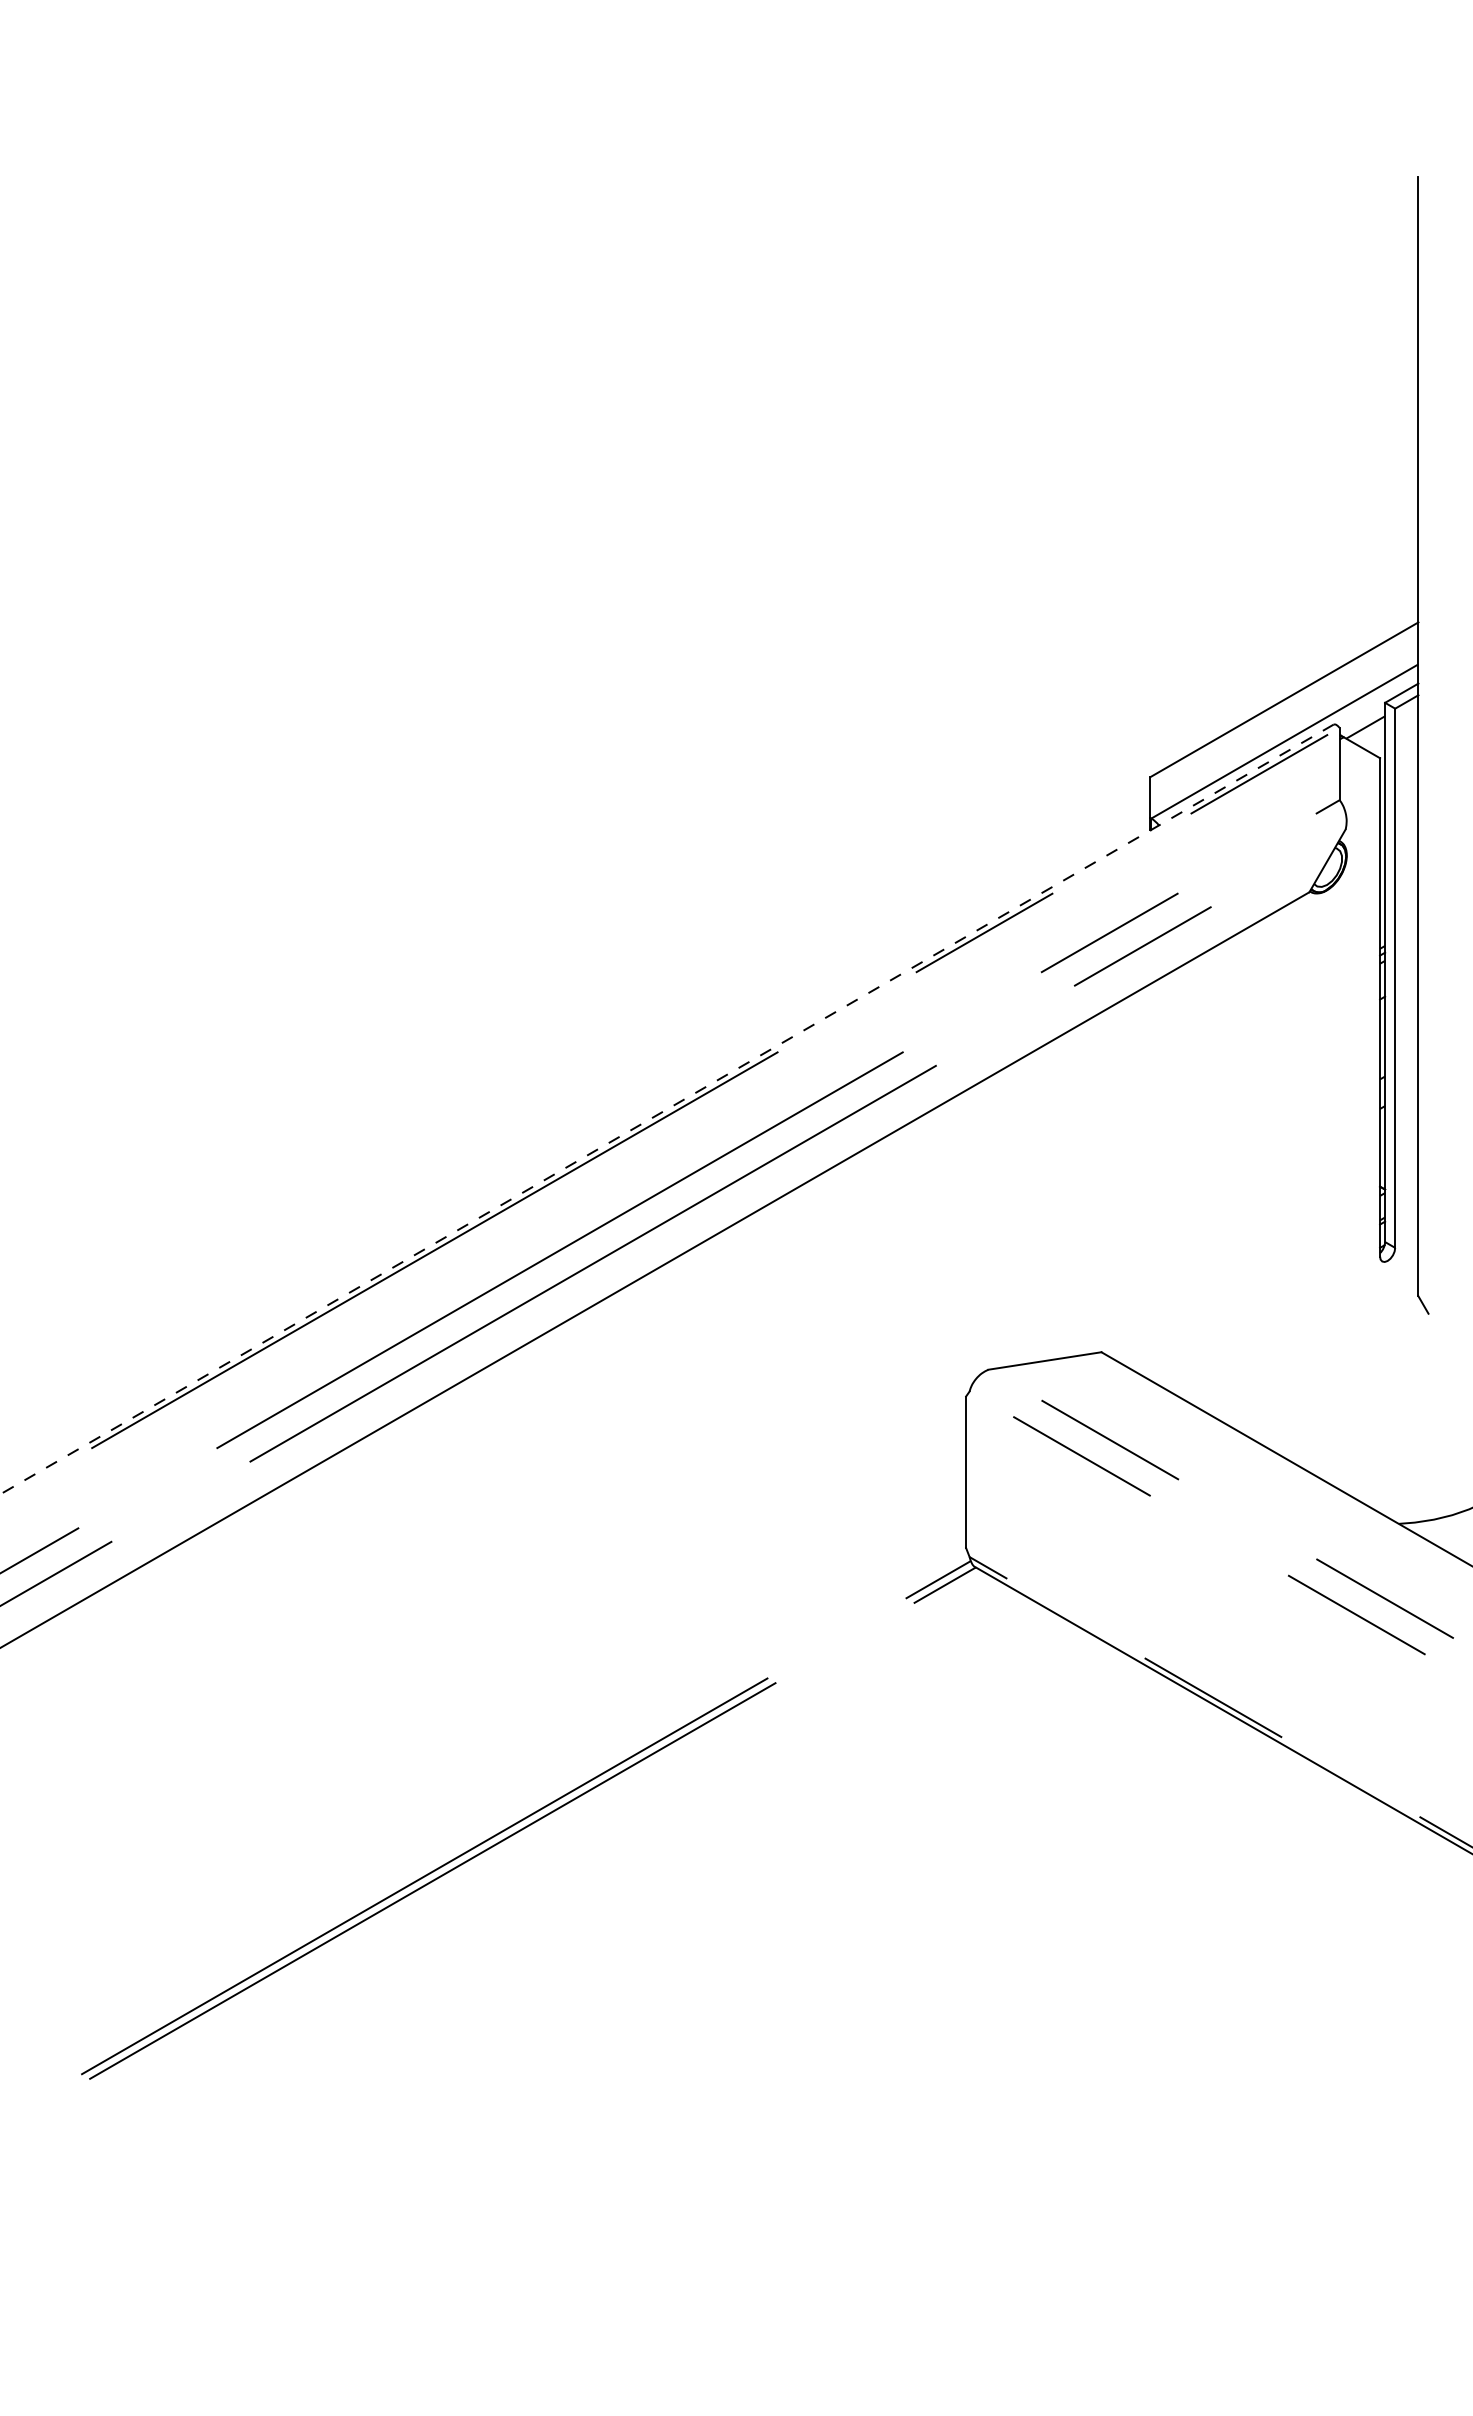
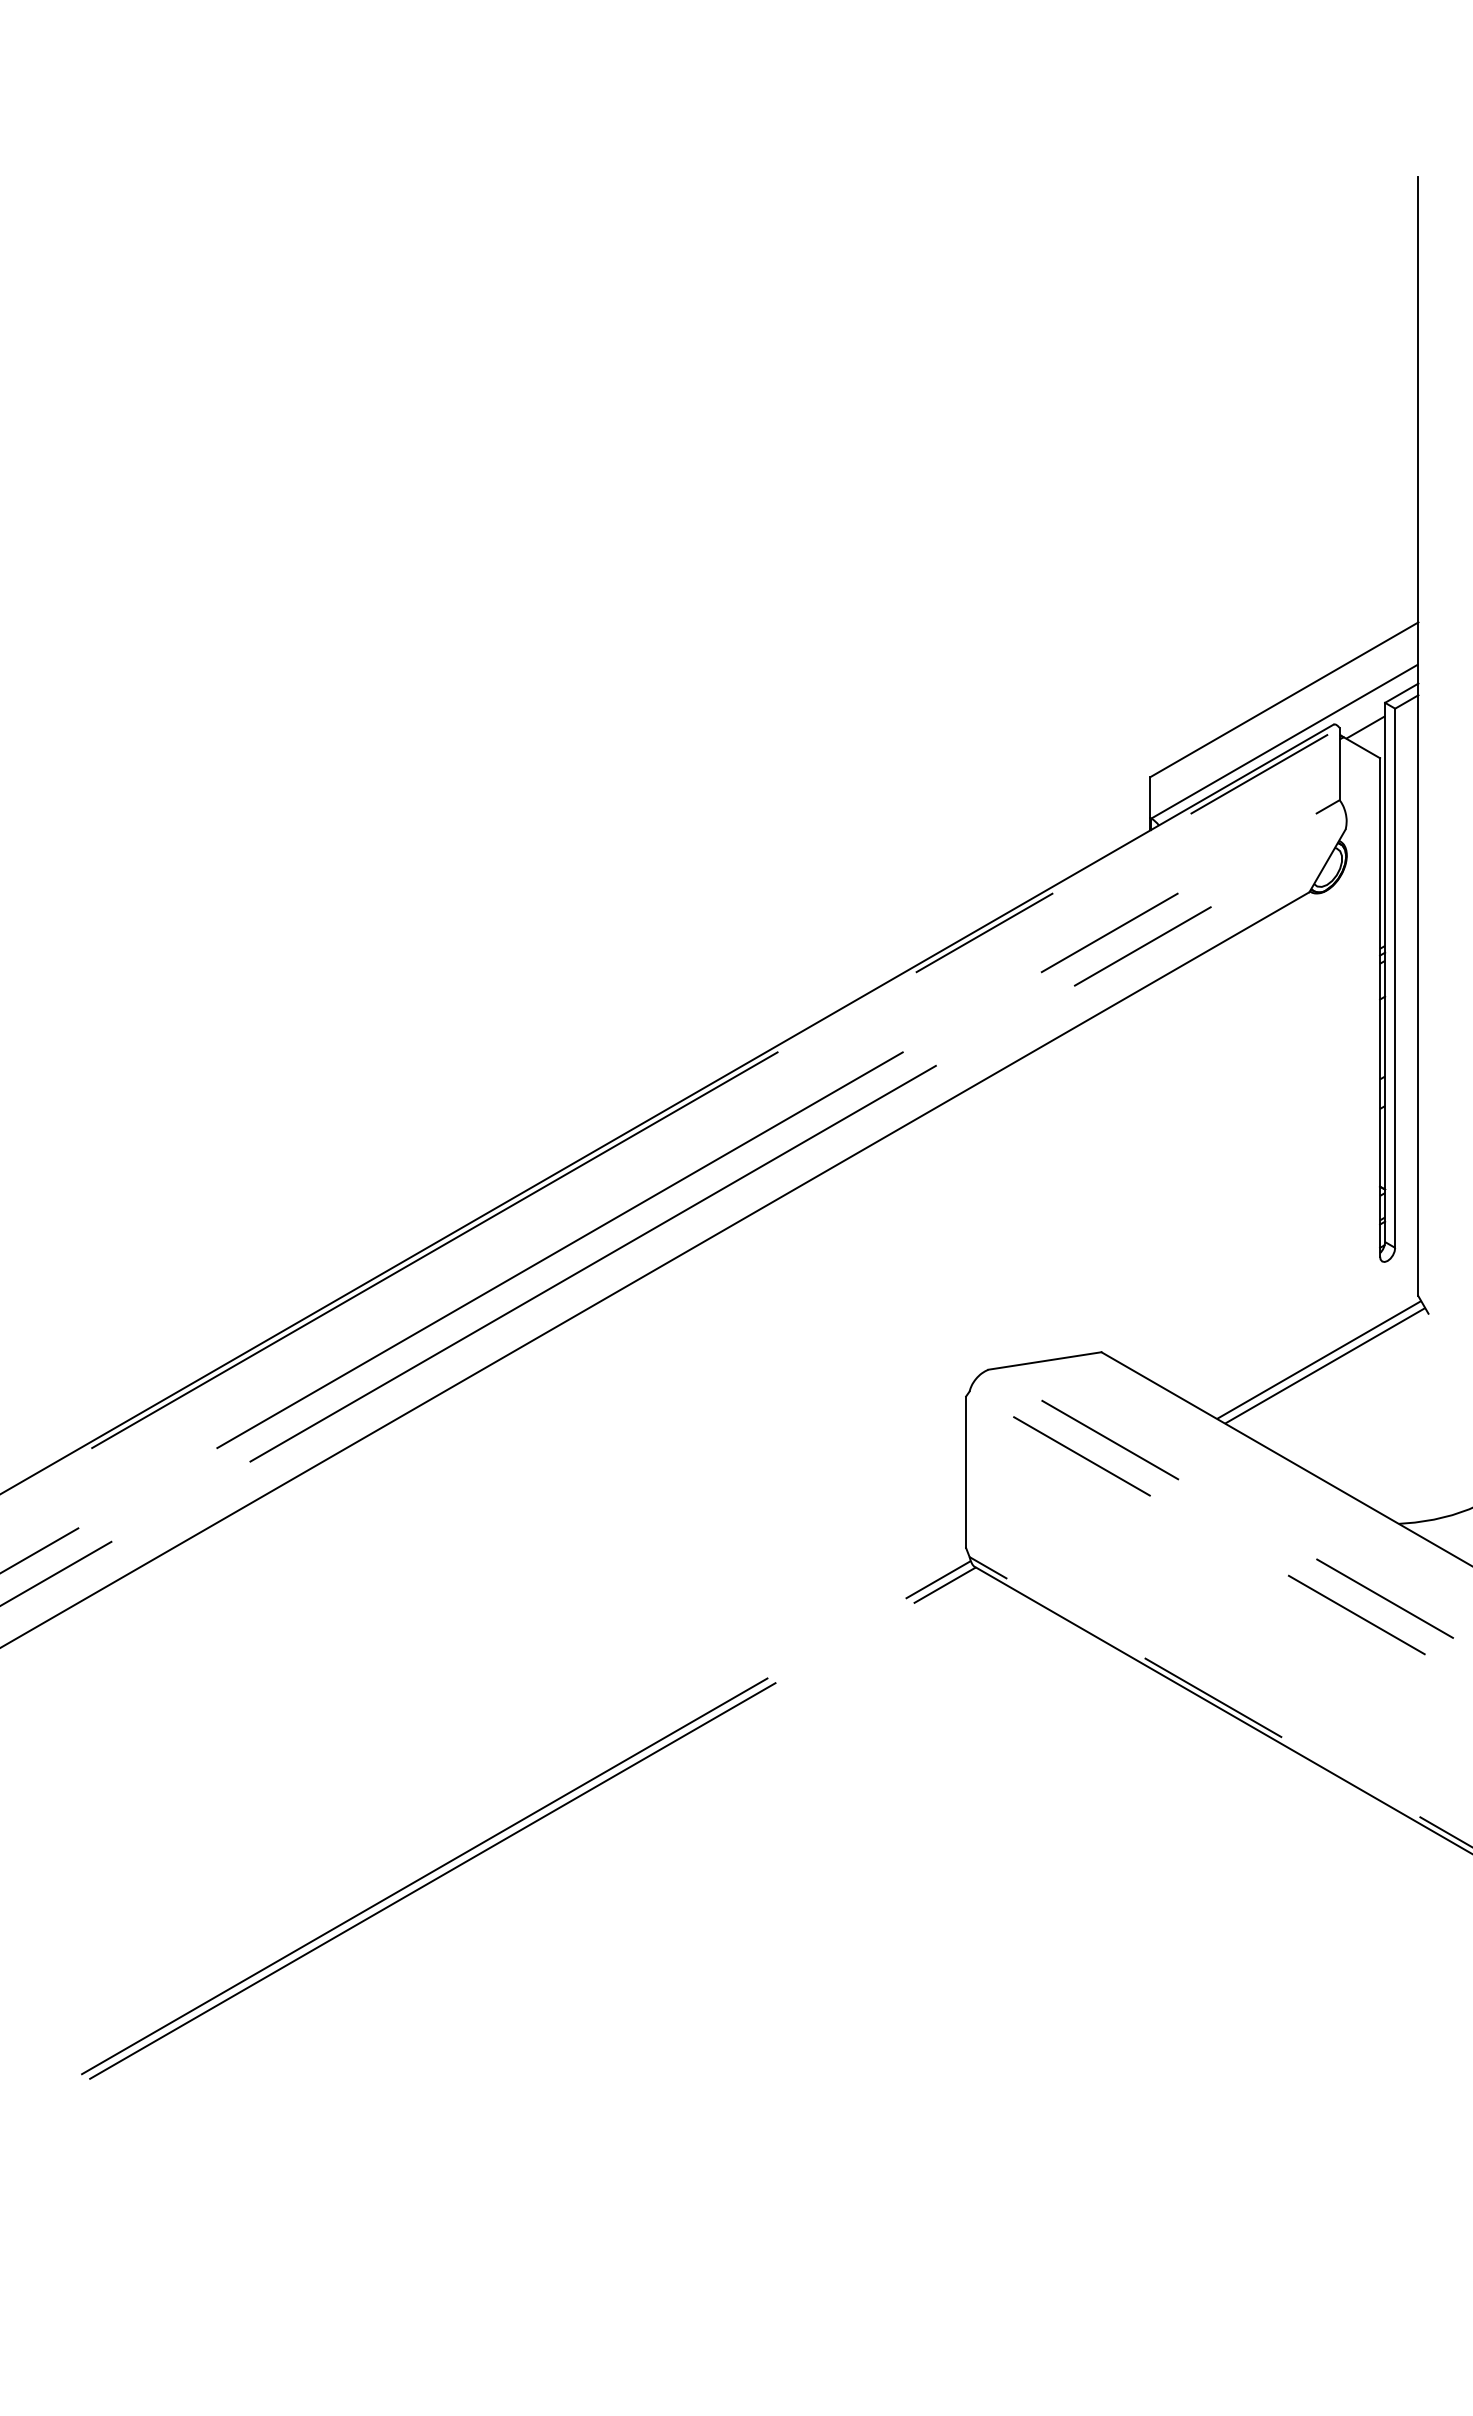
line at (666, 1109): dashed -> solid
line at (1319, 1359): none -> present
line at (1325, 1365): none -> present
